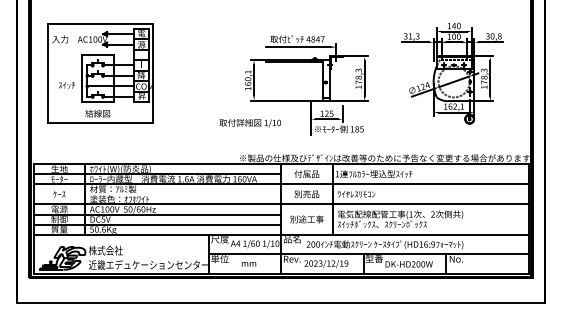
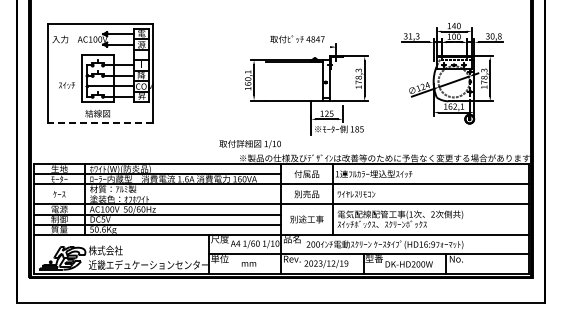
line at (298, 47): present -> none
line at (100, 122): solid -> dashed
text at (249, 123) position: (249, 123) -> (249, 144)
